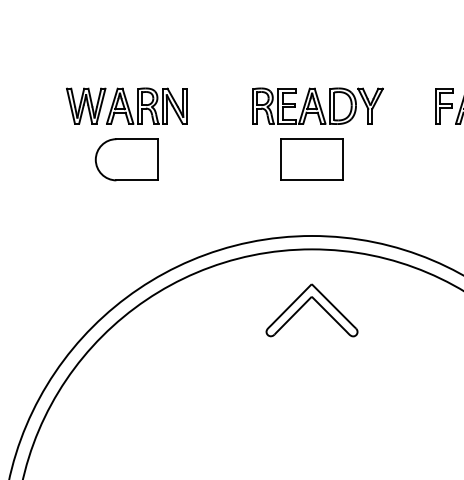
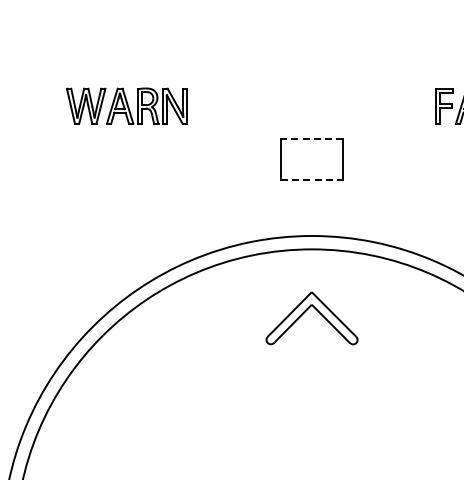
part at (317, 105): present -> none
line at (312, 139): solid -> dashed
part at (126, 159): present -> none
line at (312, 180): solid -> dashed
part at (305, 304) position: (305, 304) -> (305, 312)
